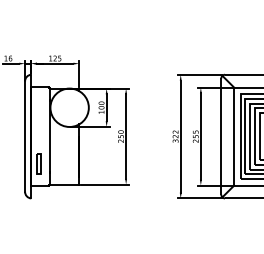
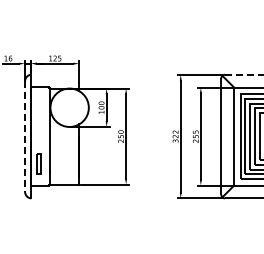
line at (244, 74): solid -> dashed
line at (25, 136): solid -> dashed
